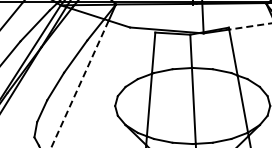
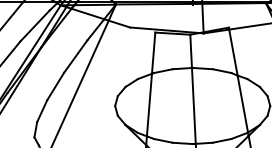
line at (249, 26): dashed -> solid
line at (79, 84): dashed -> solid
